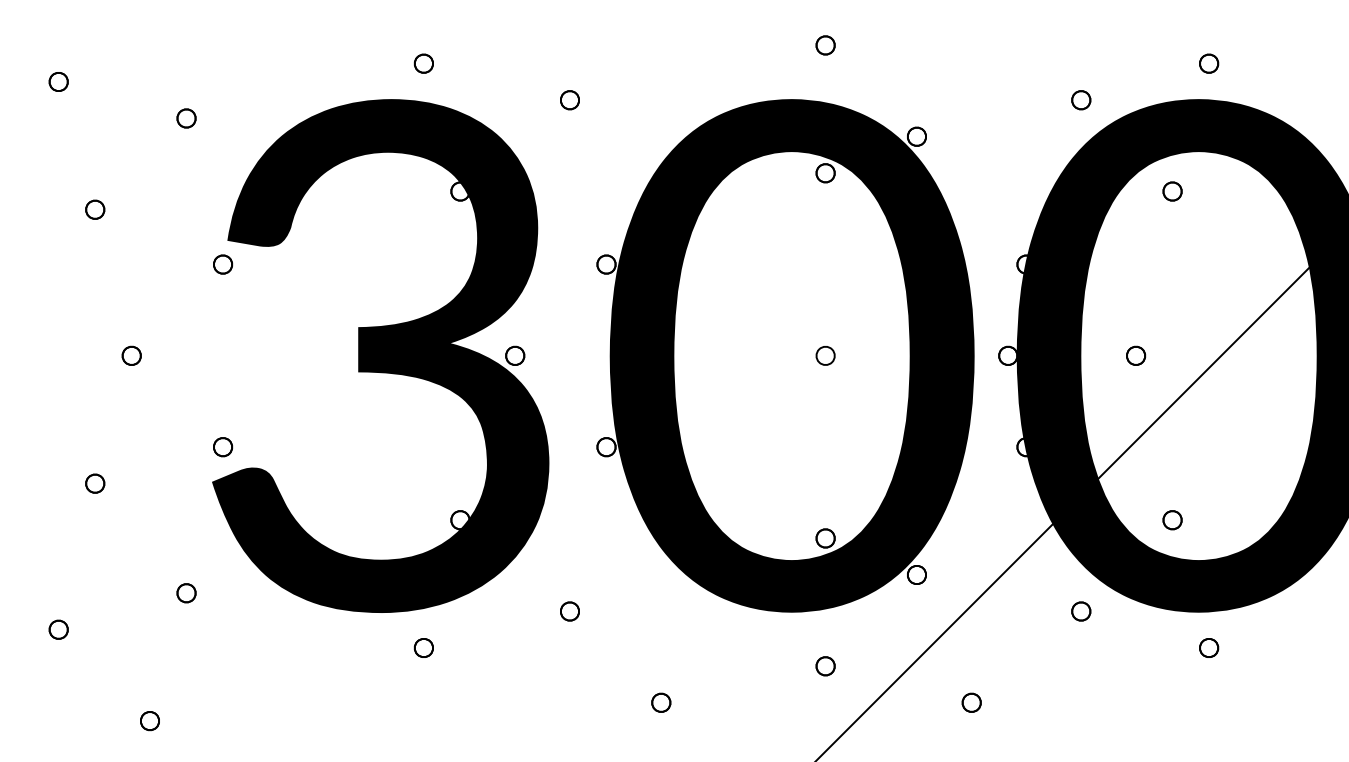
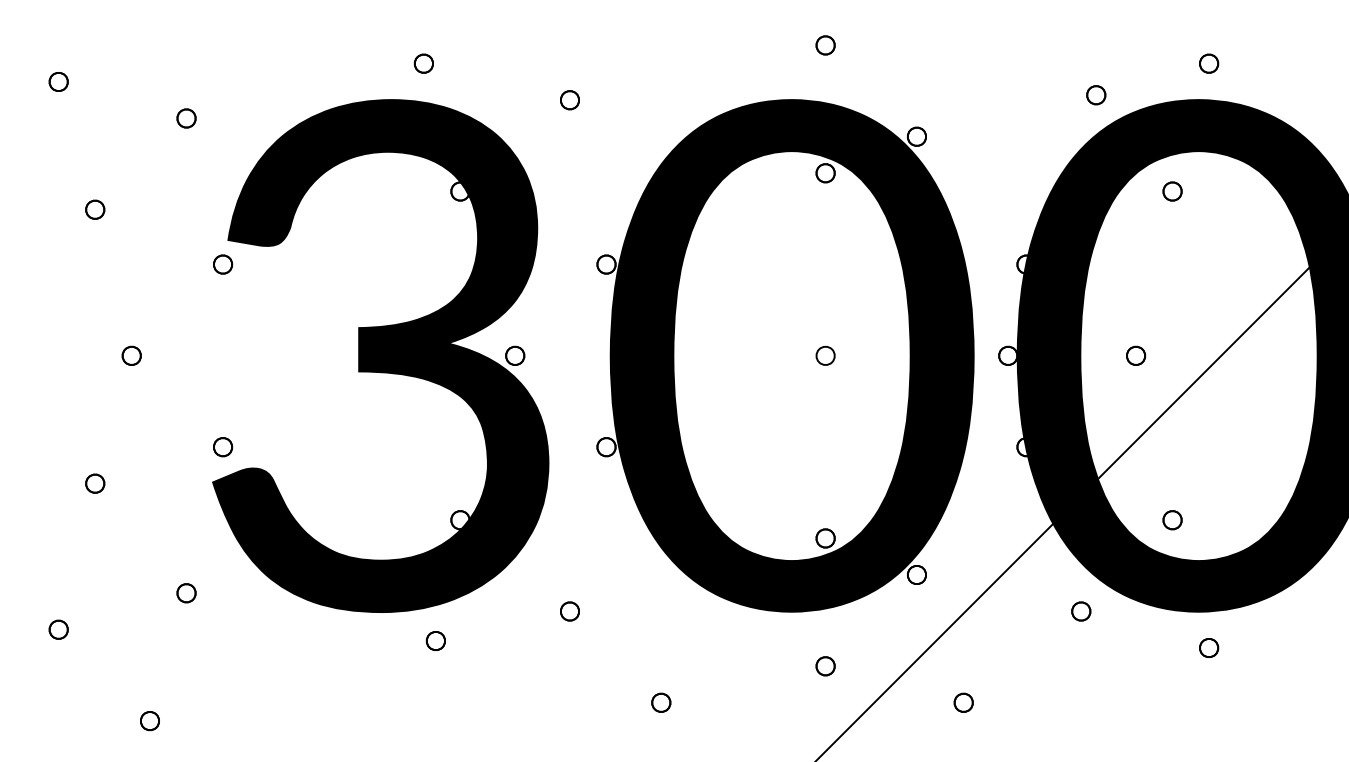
part at (1081, 100) position: (1081, 100) -> (1096, 95)
part at (423, 647) position: (423, 647) -> (435, 640)
part at (971, 702) position: (971, 702) -> (963, 702)
